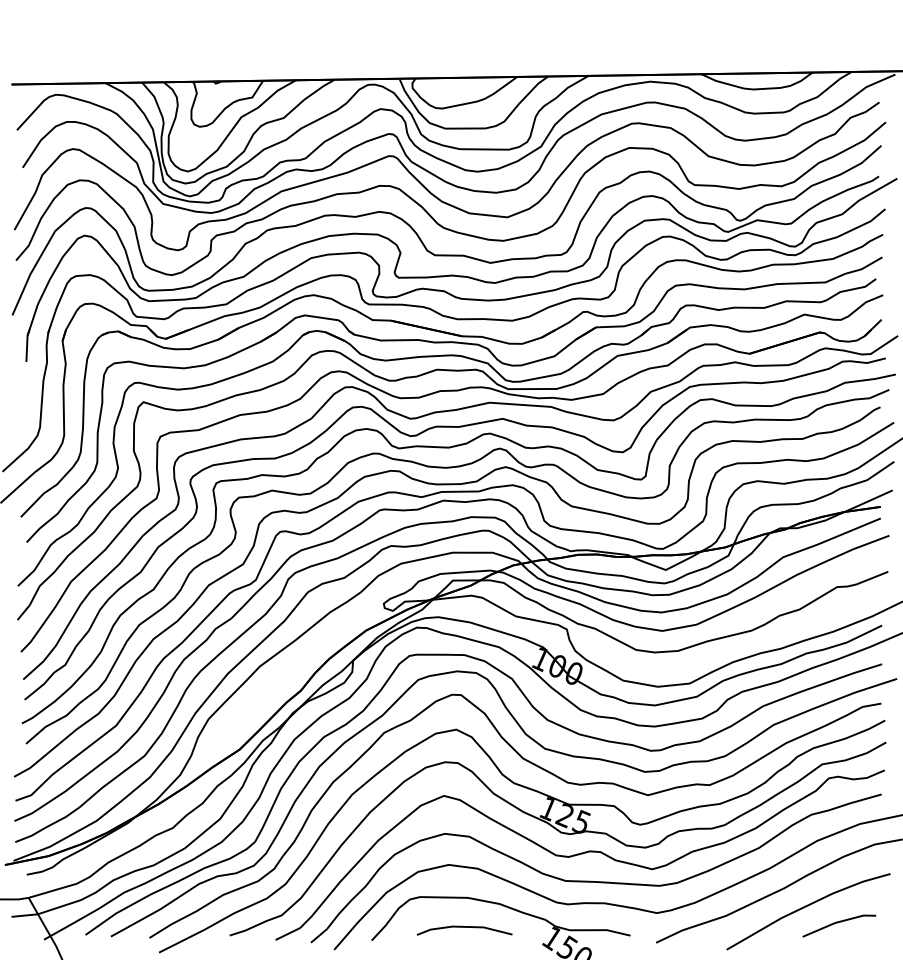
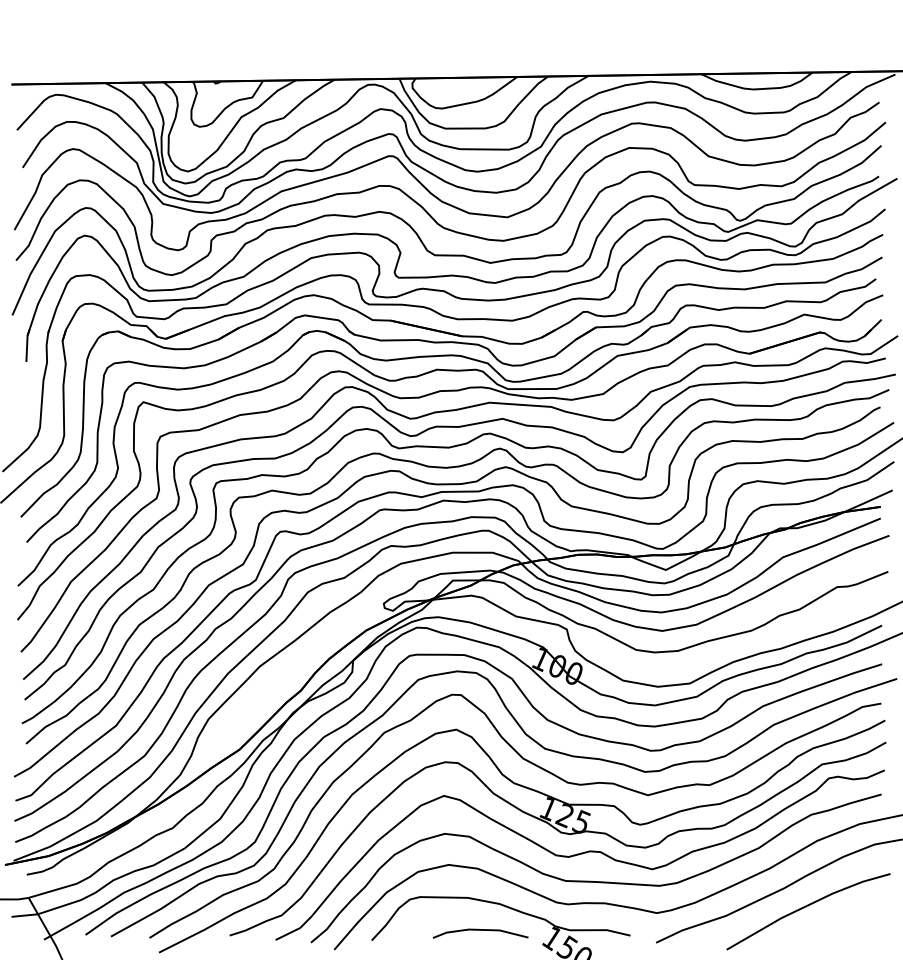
line at (838, 923): present -> none
line at (464, 927) position: (464, 927) -> (480, 930)
